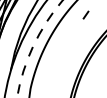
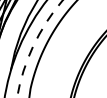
line at (85, 14): present -> none
